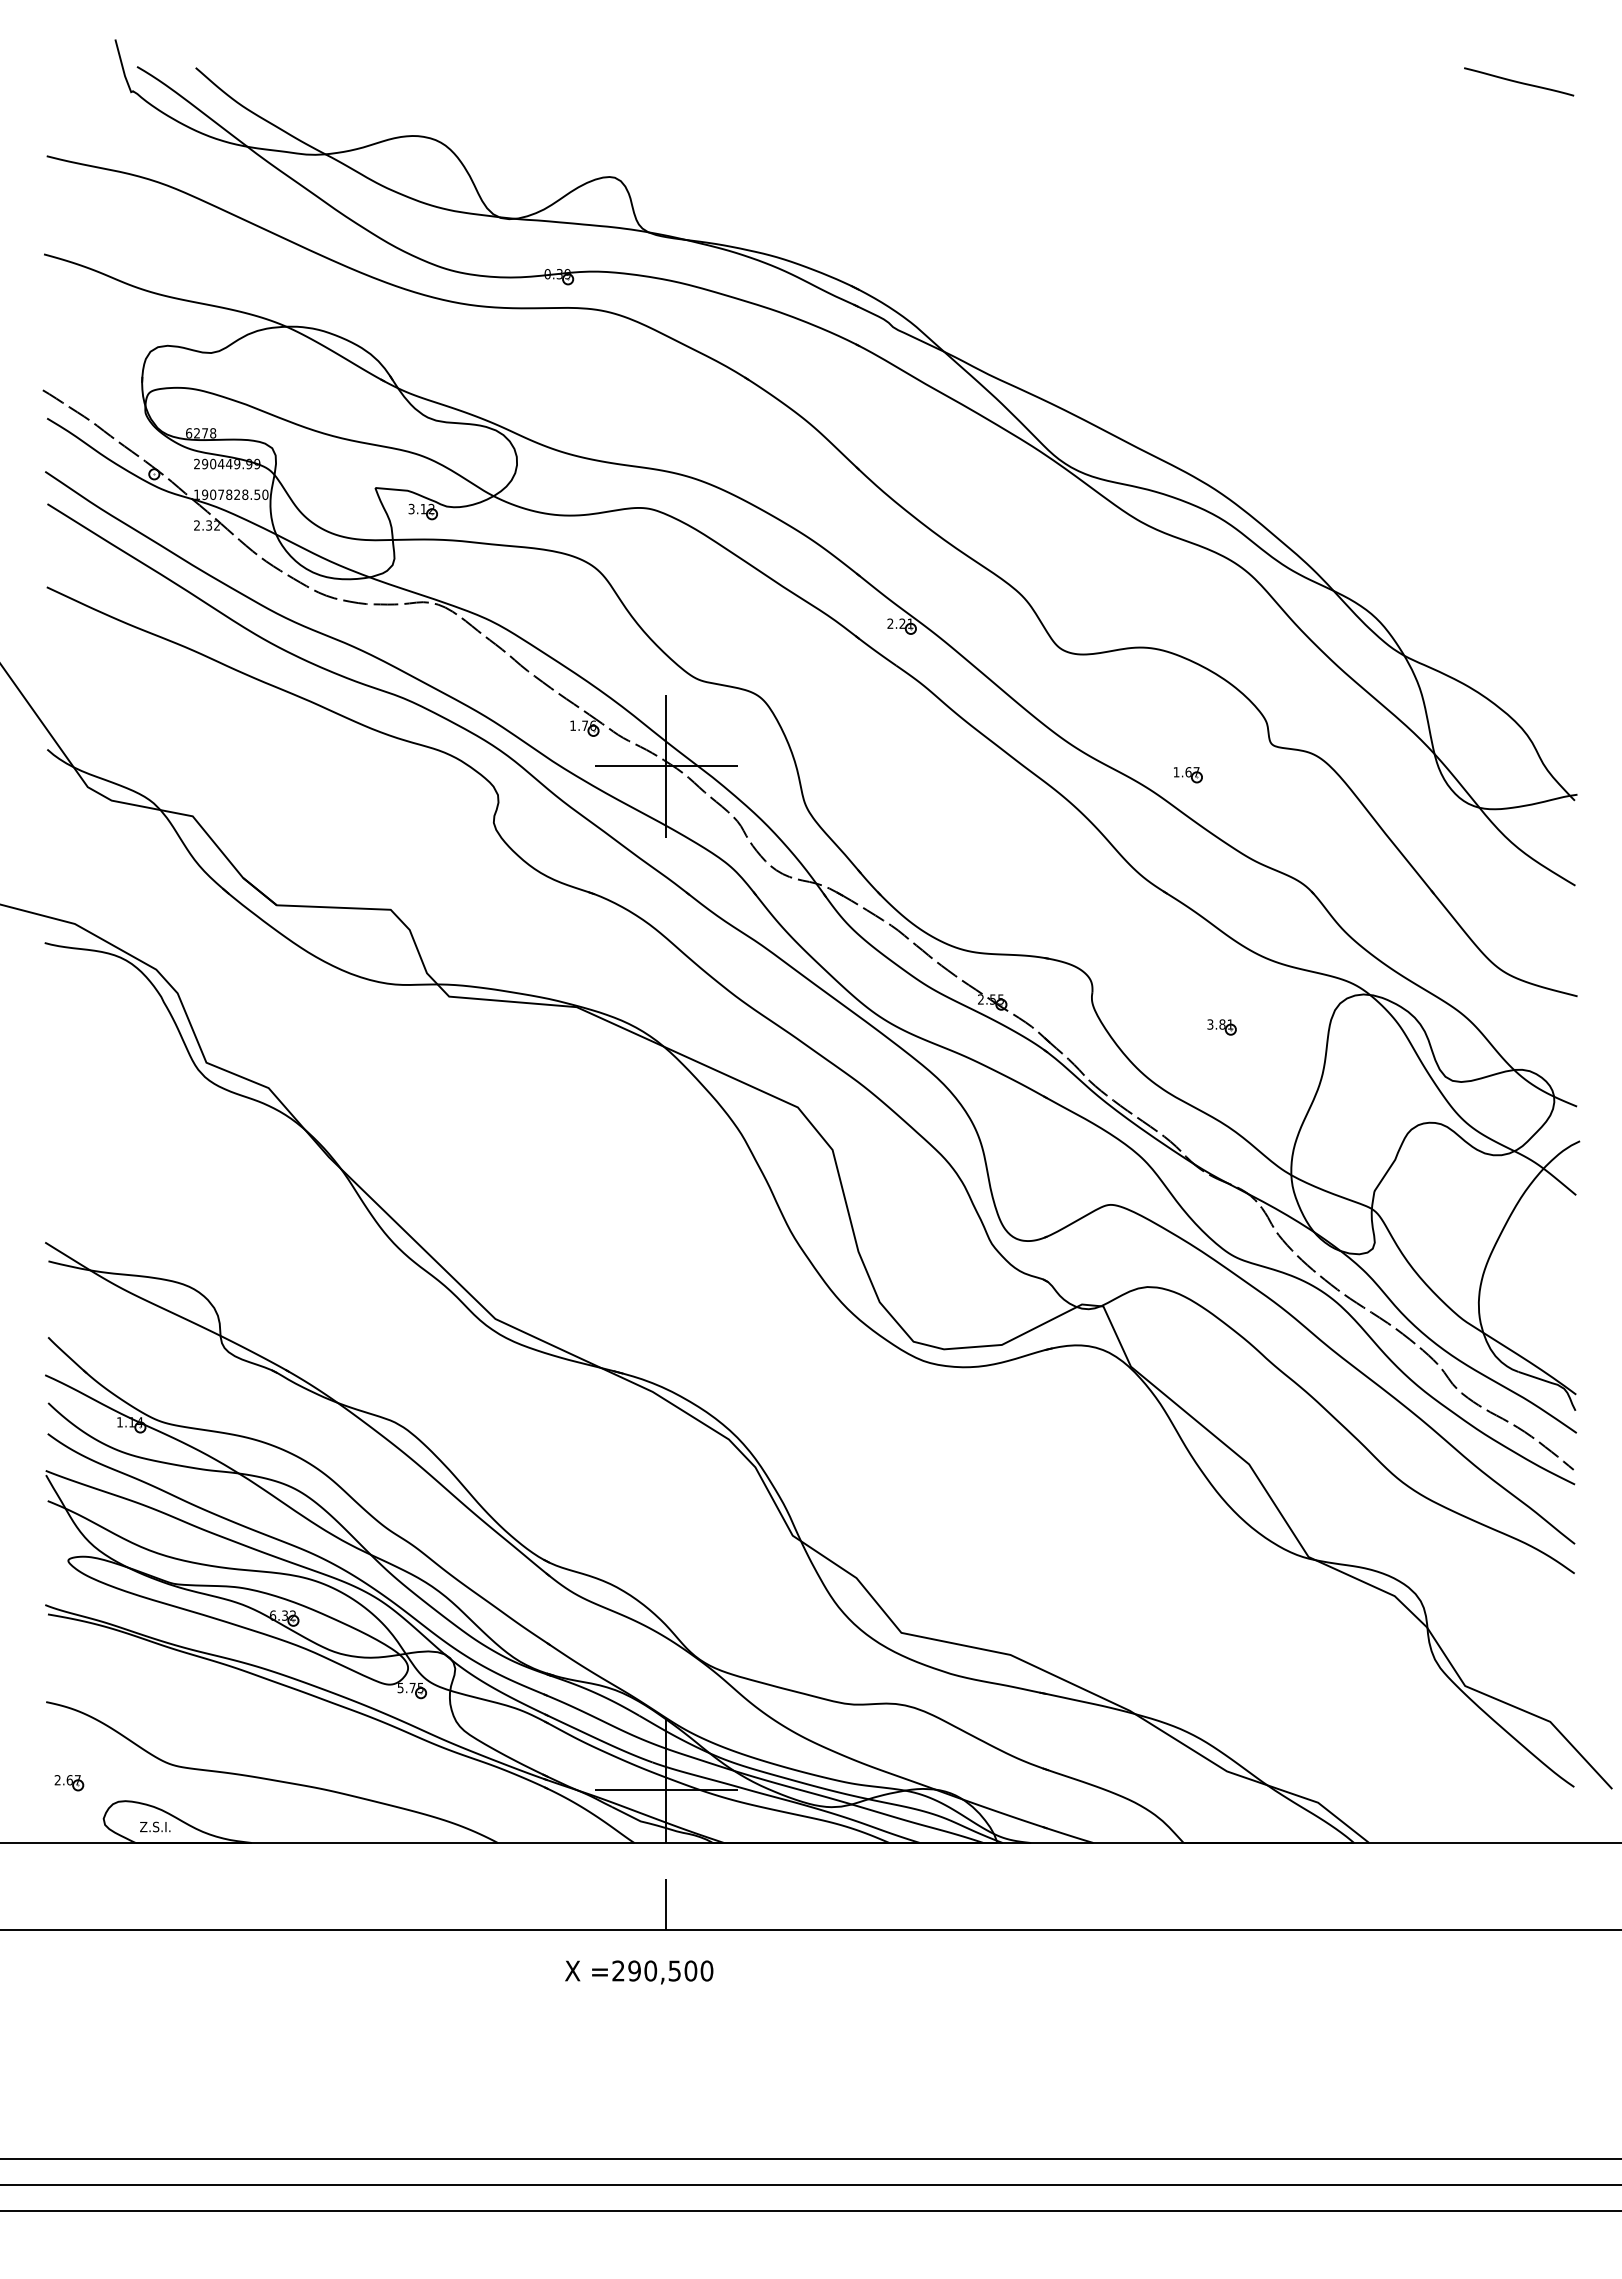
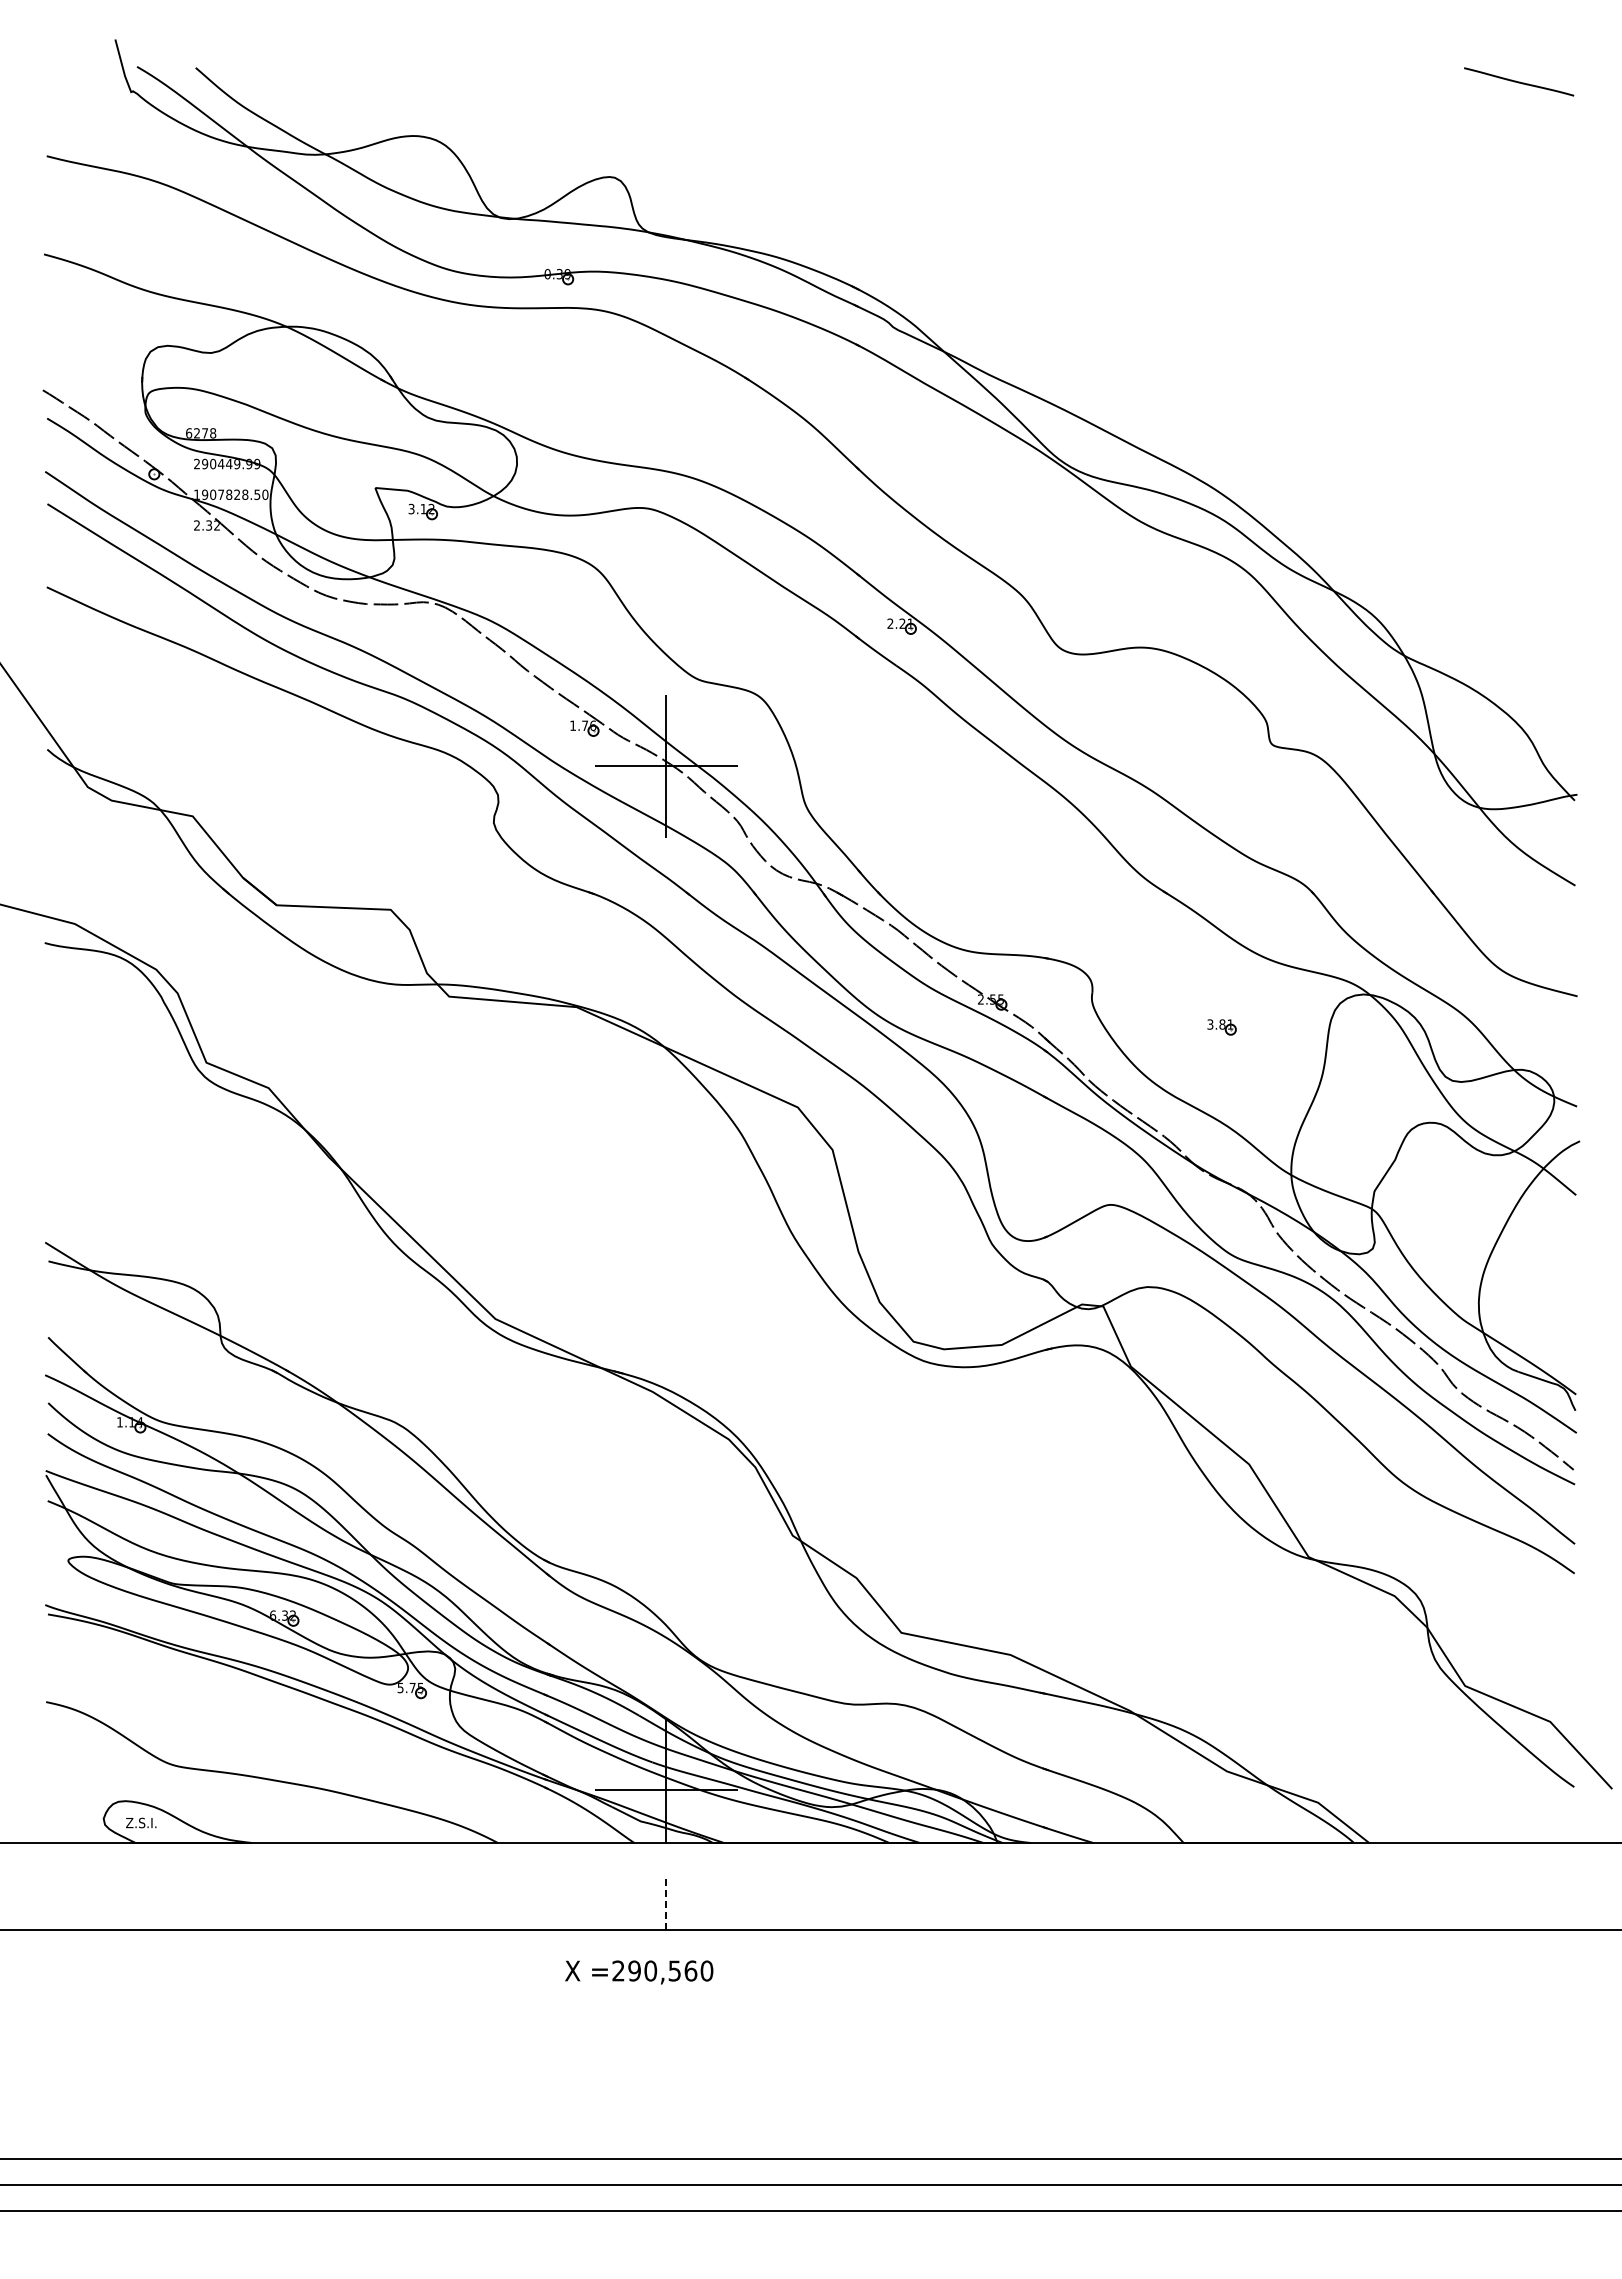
part at (1188, 775): present -> none
part at (69, 1783): present -> none
text at (155, 1826) position: (155, 1826) -> (141, 1822)
line at (666, 1904): solid -> dashed
text at (690, 1970): =290,500 -> =290,560
